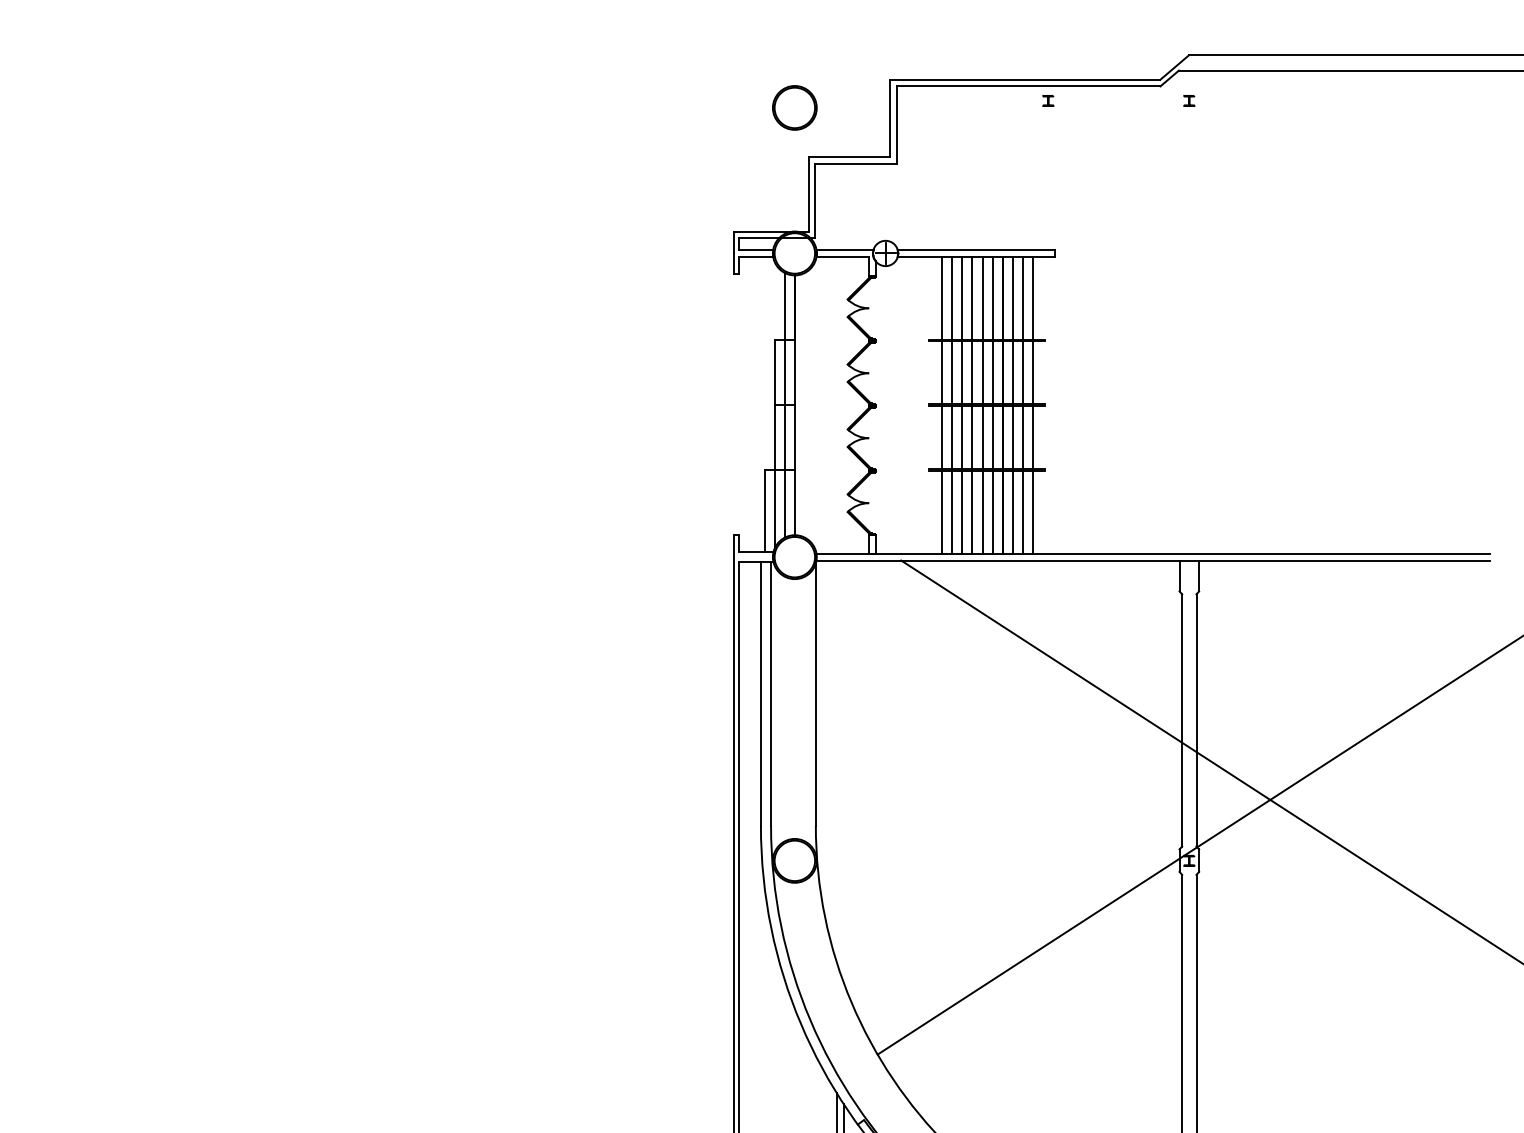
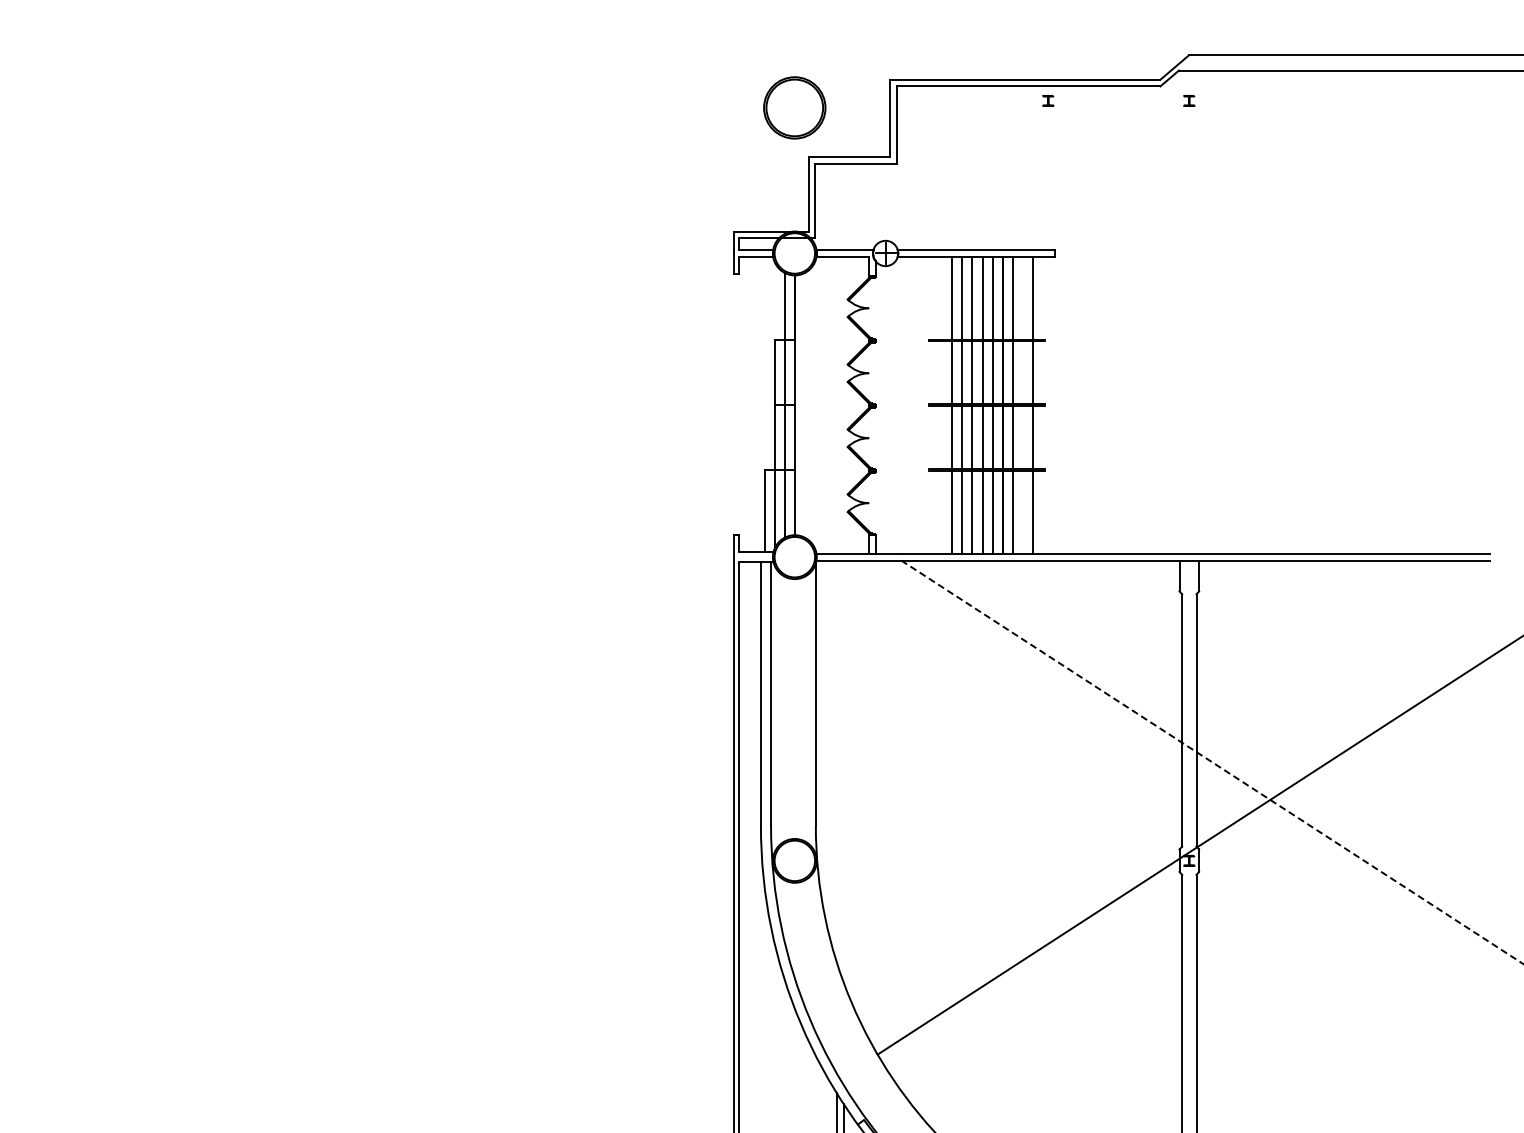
circle at (794, 107) size: 46x46 px -> 64x64 px
line at (942, 404): present -> none
line at (1023, 404): present -> none
line at (1212, 762): solid -> dashed
